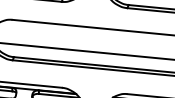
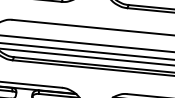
line at (86, 43): none -> present
line at (86, 56): none -> present
